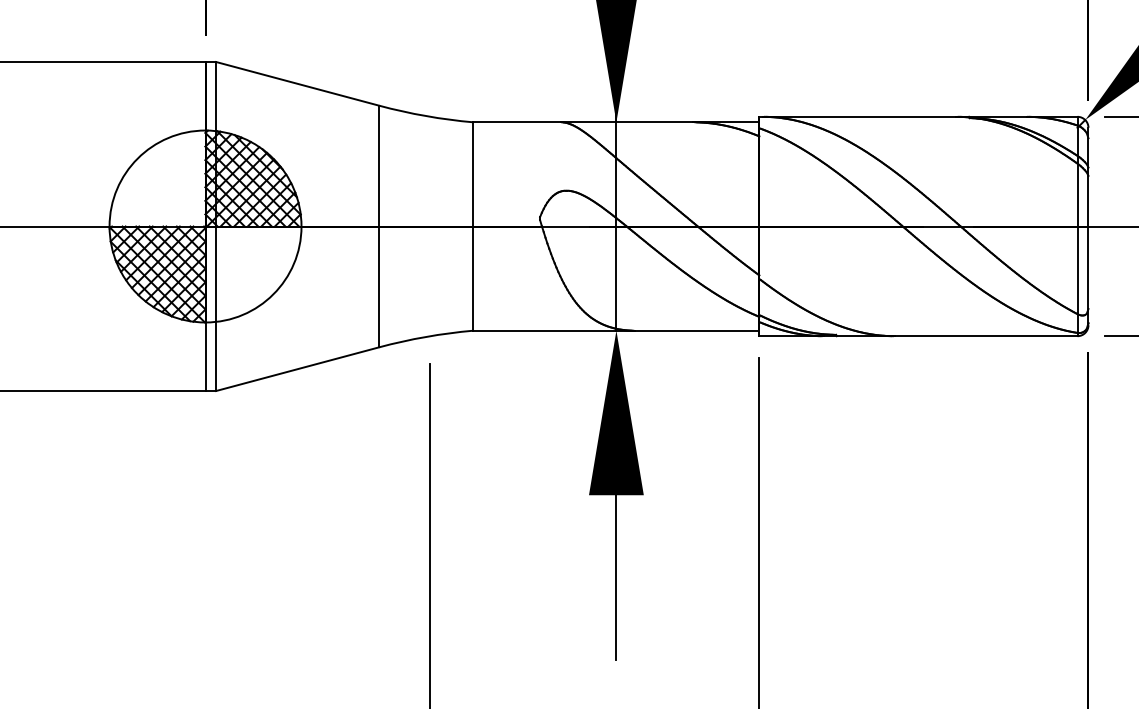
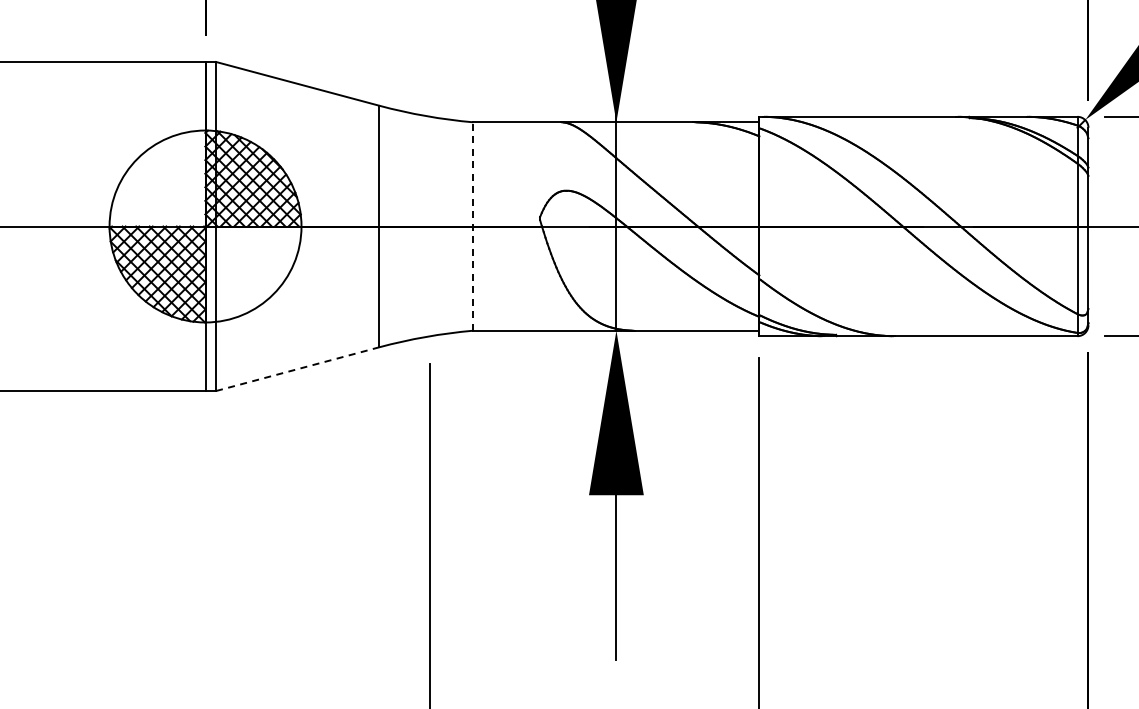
line at (473, 226): solid -> dashed
line at (298, 369): solid -> dashed
